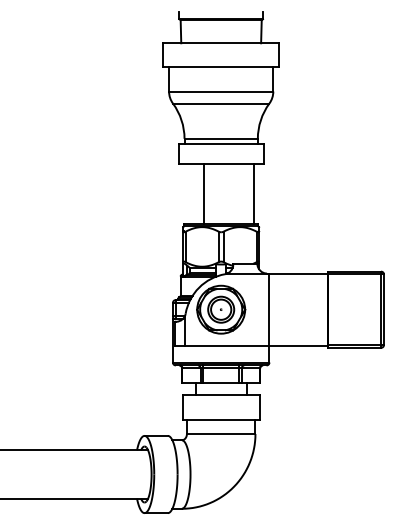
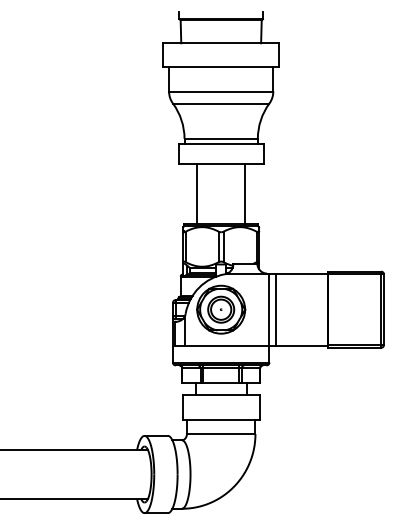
line at (204, 193) position: (204, 193) -> (197, 193)
line at (254, 193) position: (254, 193) -> (245, 193)
line at (276, 309): none -> present
